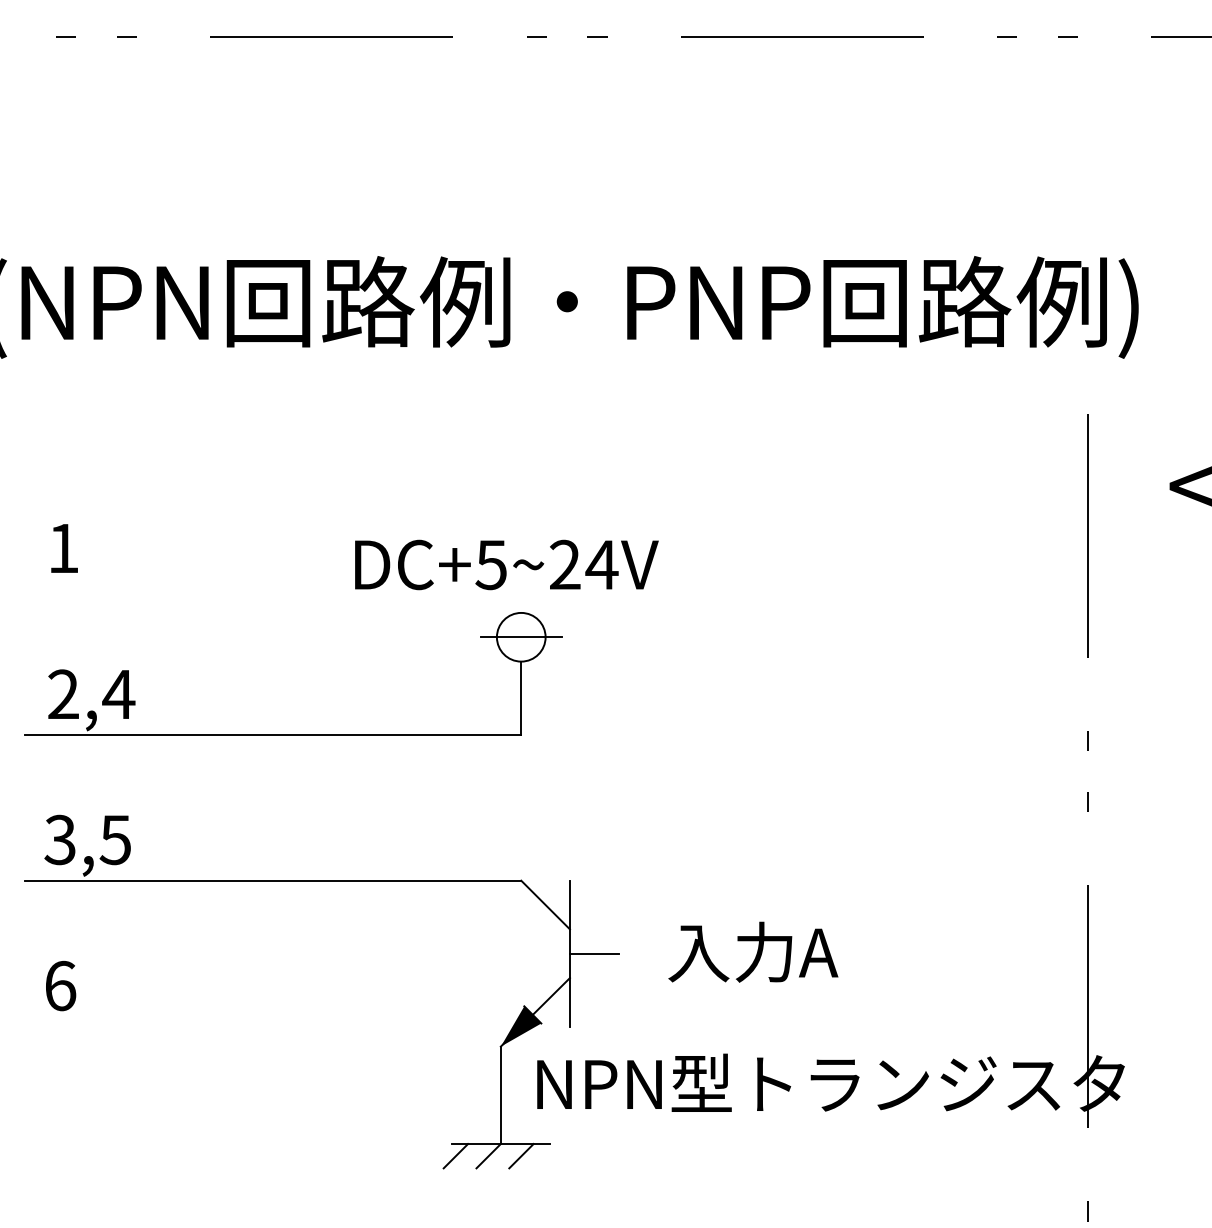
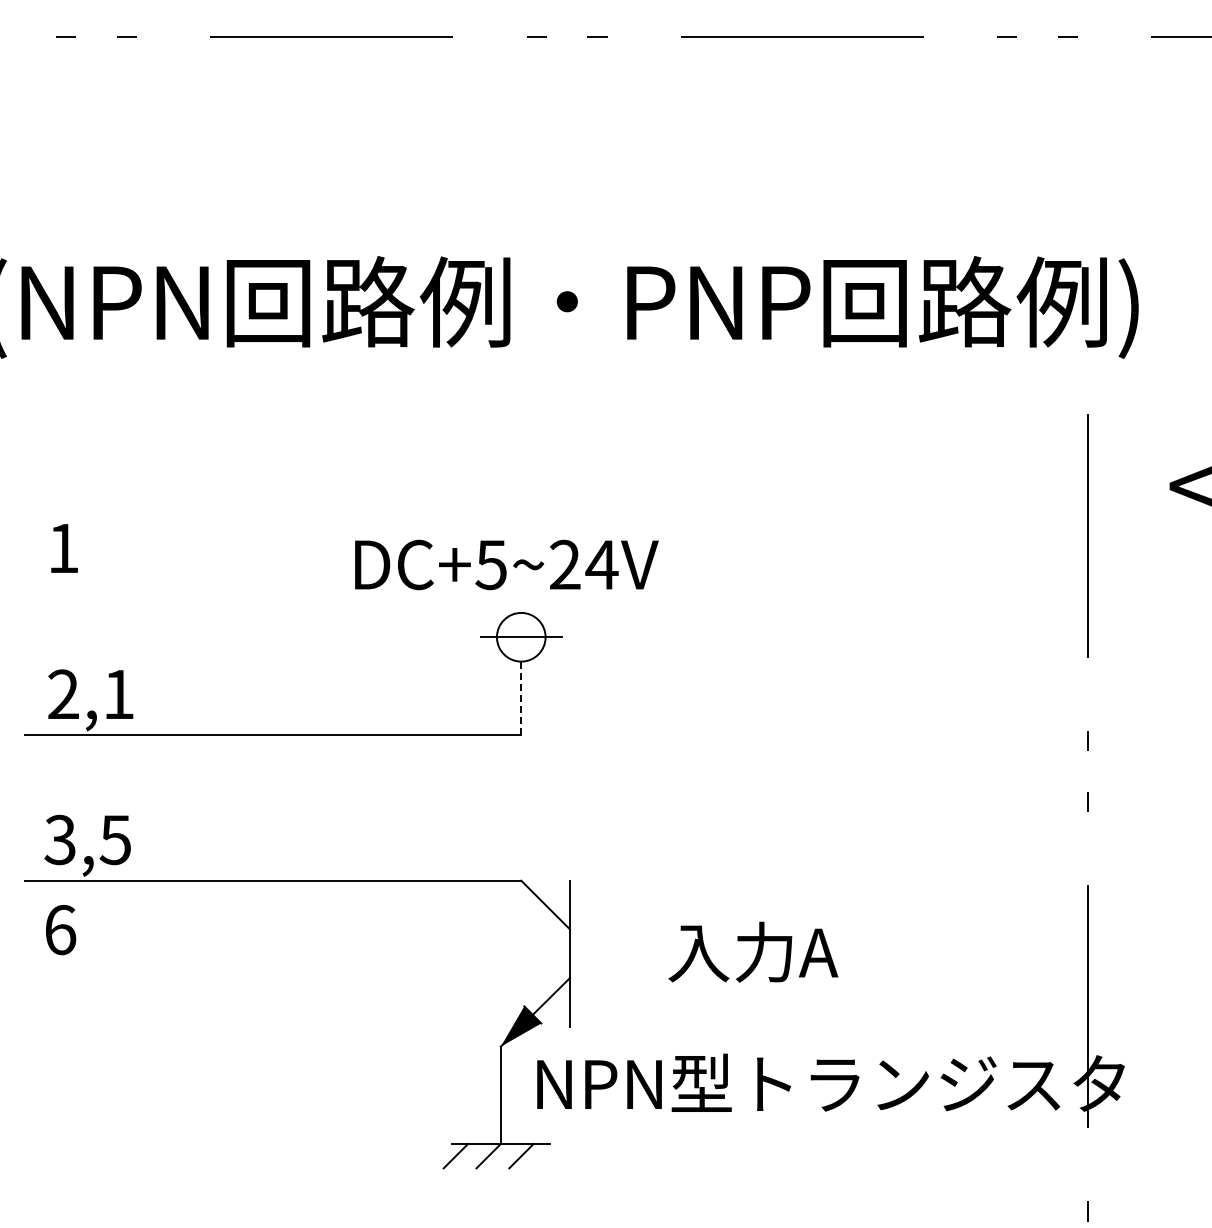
text at (118, 694): 2,4 -> 2,1
line at (521, 698): solid -> dashed
line at (593, 953): present -> none
text at (61, 986) position: (61, 986) -> (61, 930)
